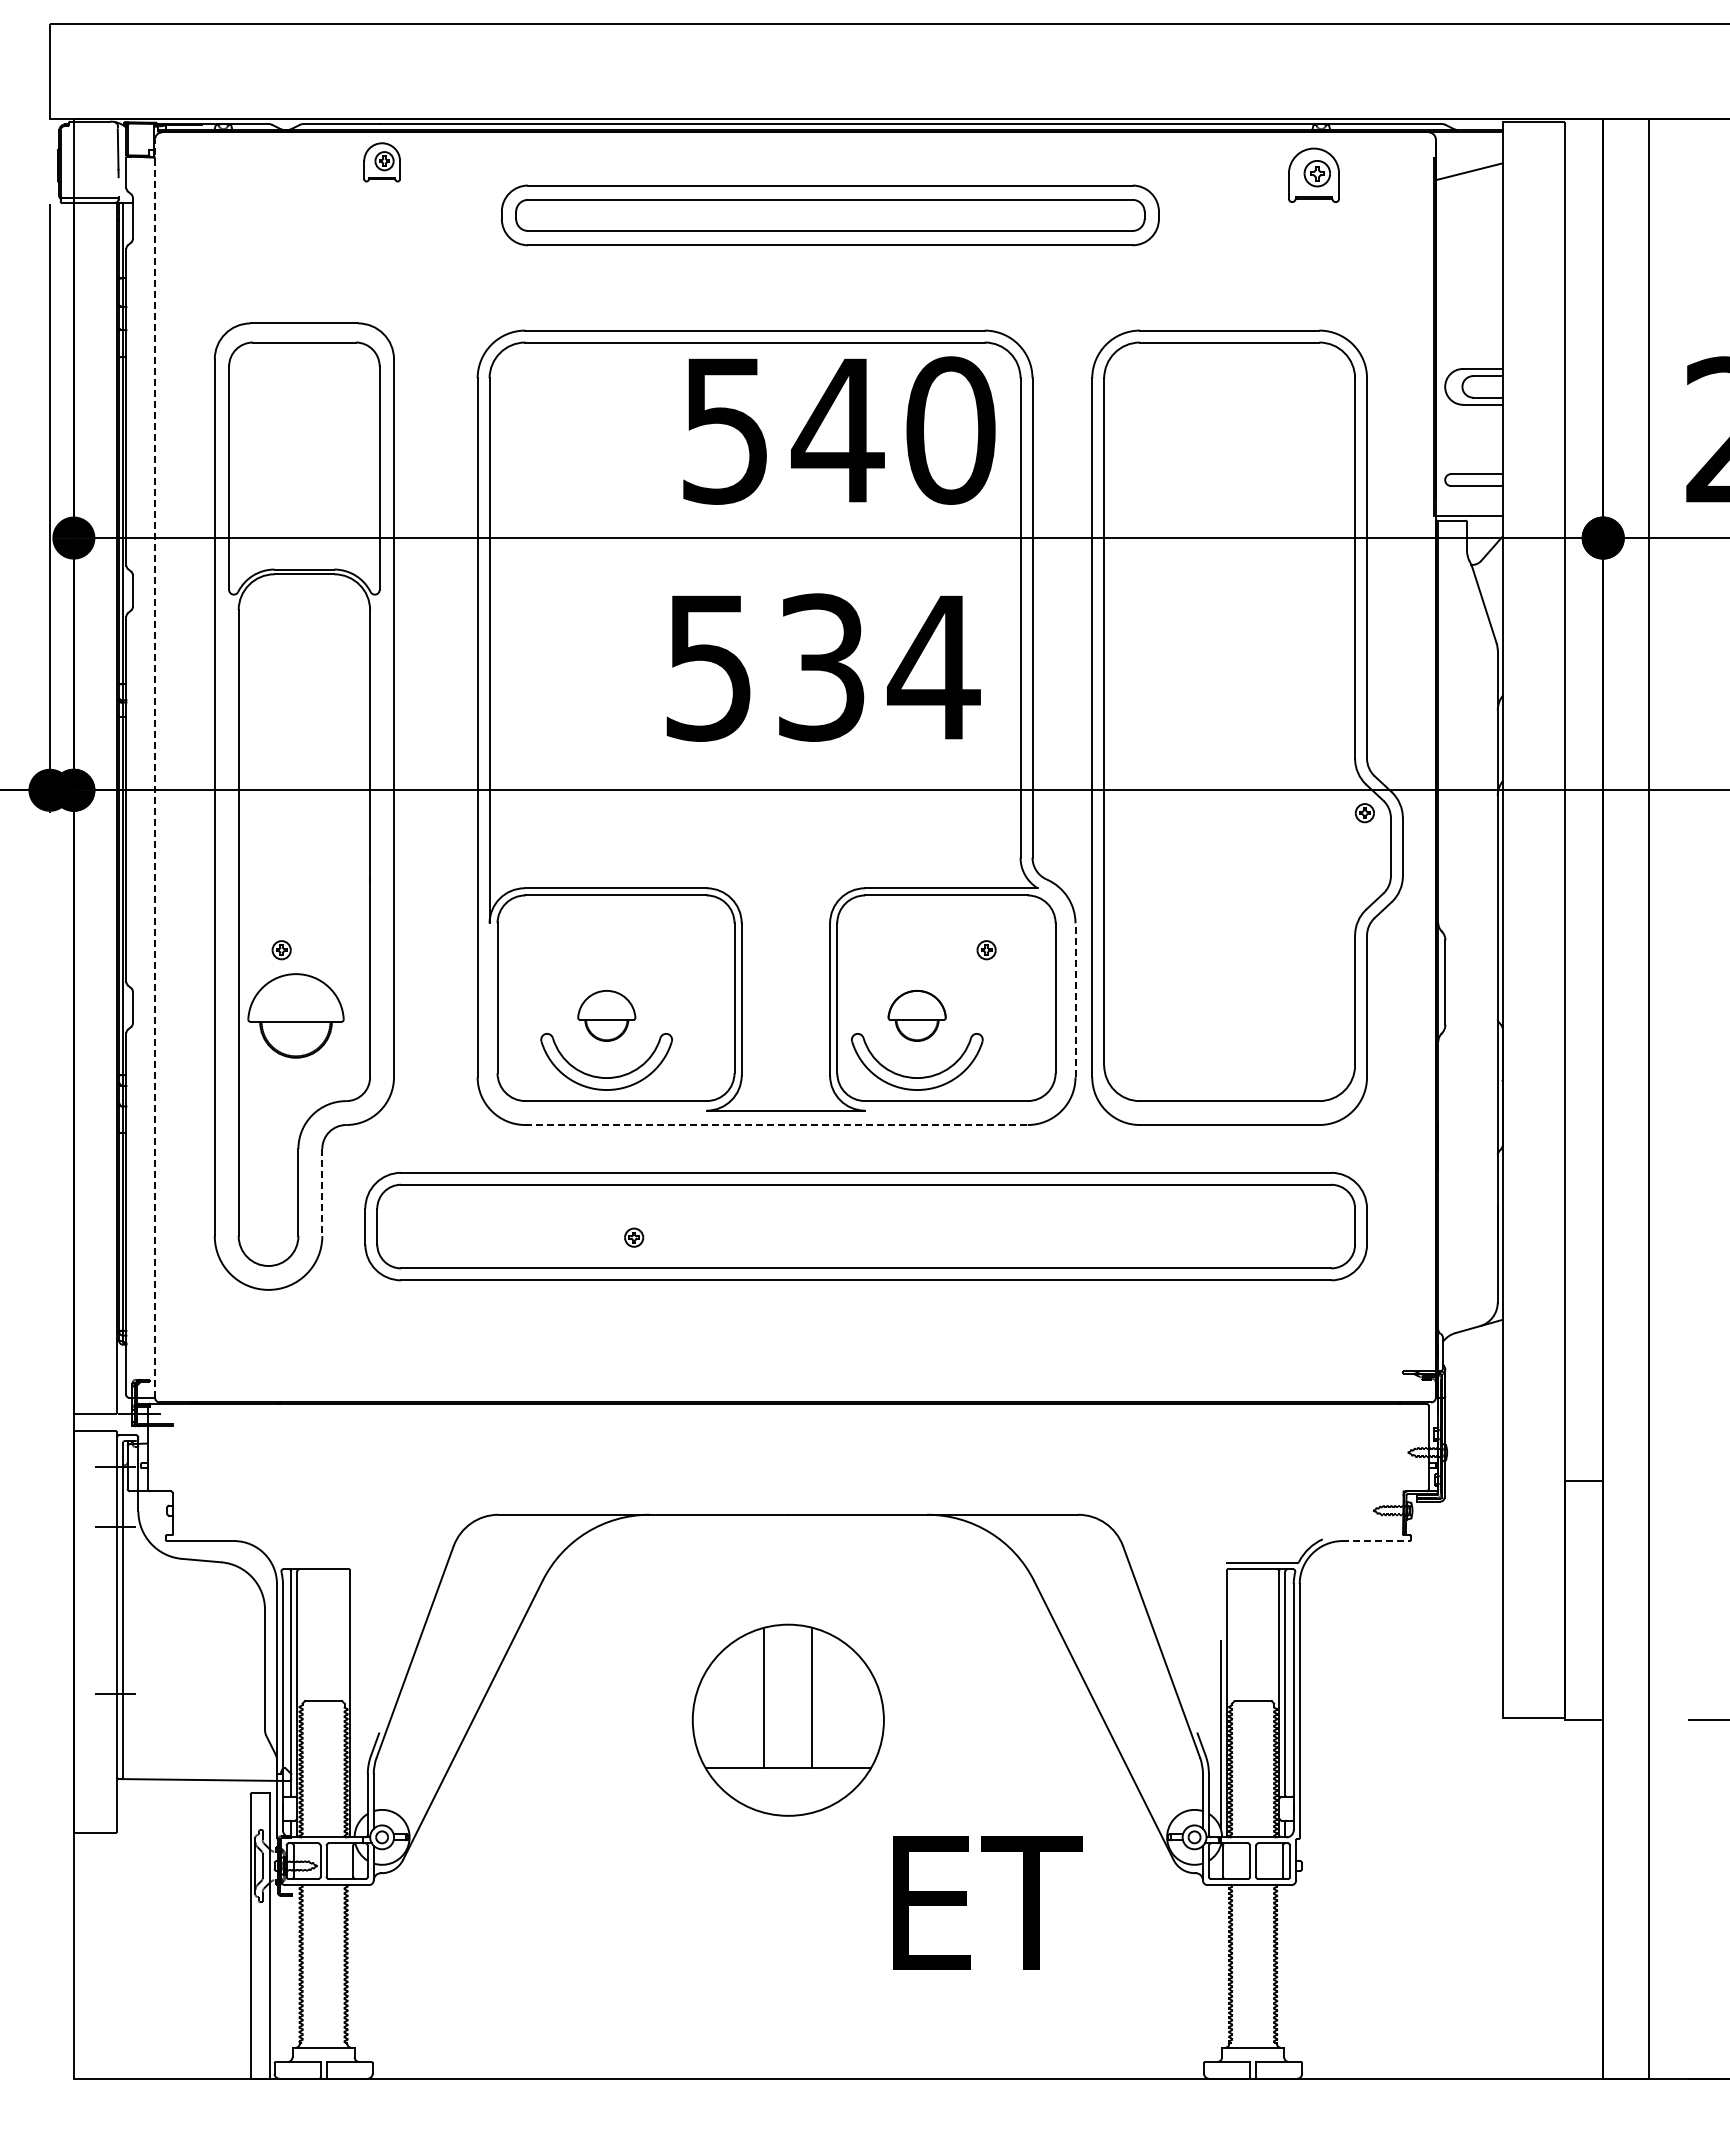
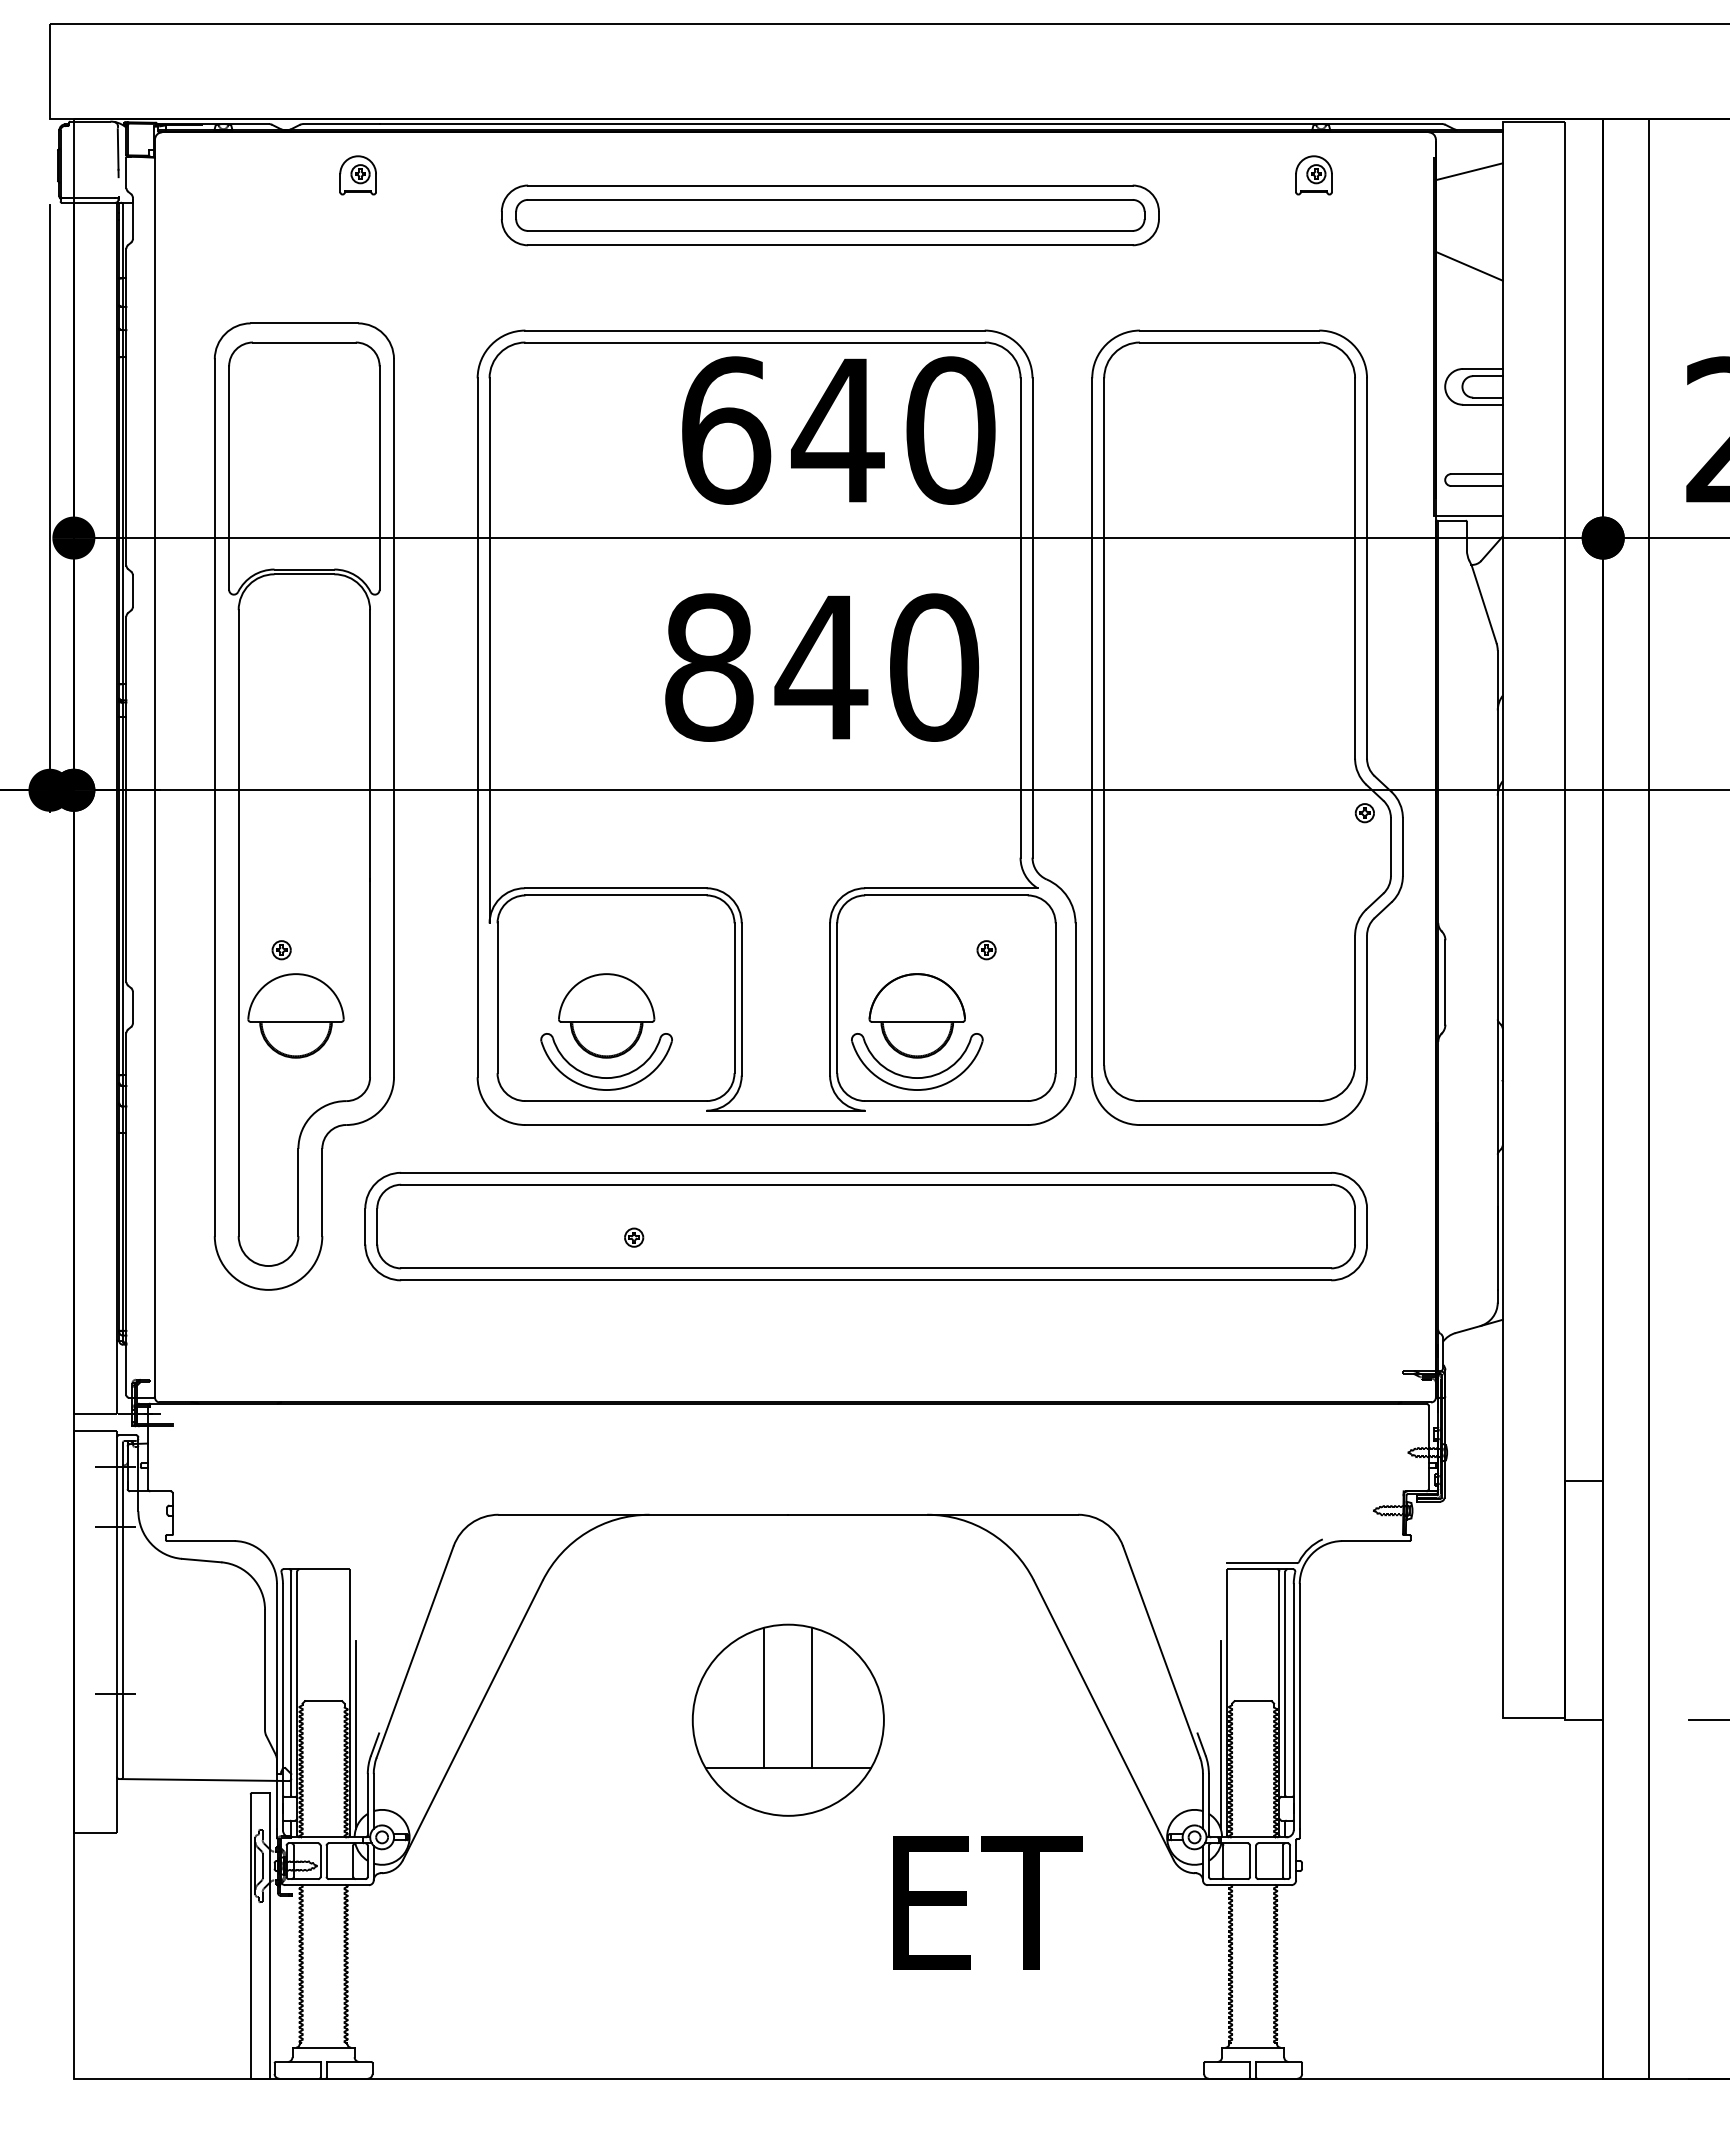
part at (381, 162) position: (381, 162) -> (357, 175)
part at (1313, 174) size: 52x56 px -> 38x41 px
line at (1468, 265): none -> present
text at (726, 430): 540 -> 640
text at (822, 667): 534 -> 840
line at (155, 768): dashed -> solid
line at (1075, 1000): dashed -> solid
part at (606, 1015) size: 60x52 px -> 98x86 px
part at (916, 1015) size: 60x53 px -> 98x86 px
line at (777, 1125): dashed -> solid
line at (322, 1192): dashed -> solid
line at (1375, 1541): dashed -> solid
line at (355, 1735): none -> present
